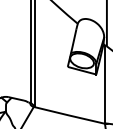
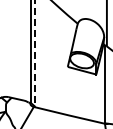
line at (35, 54): solid -> dashed
